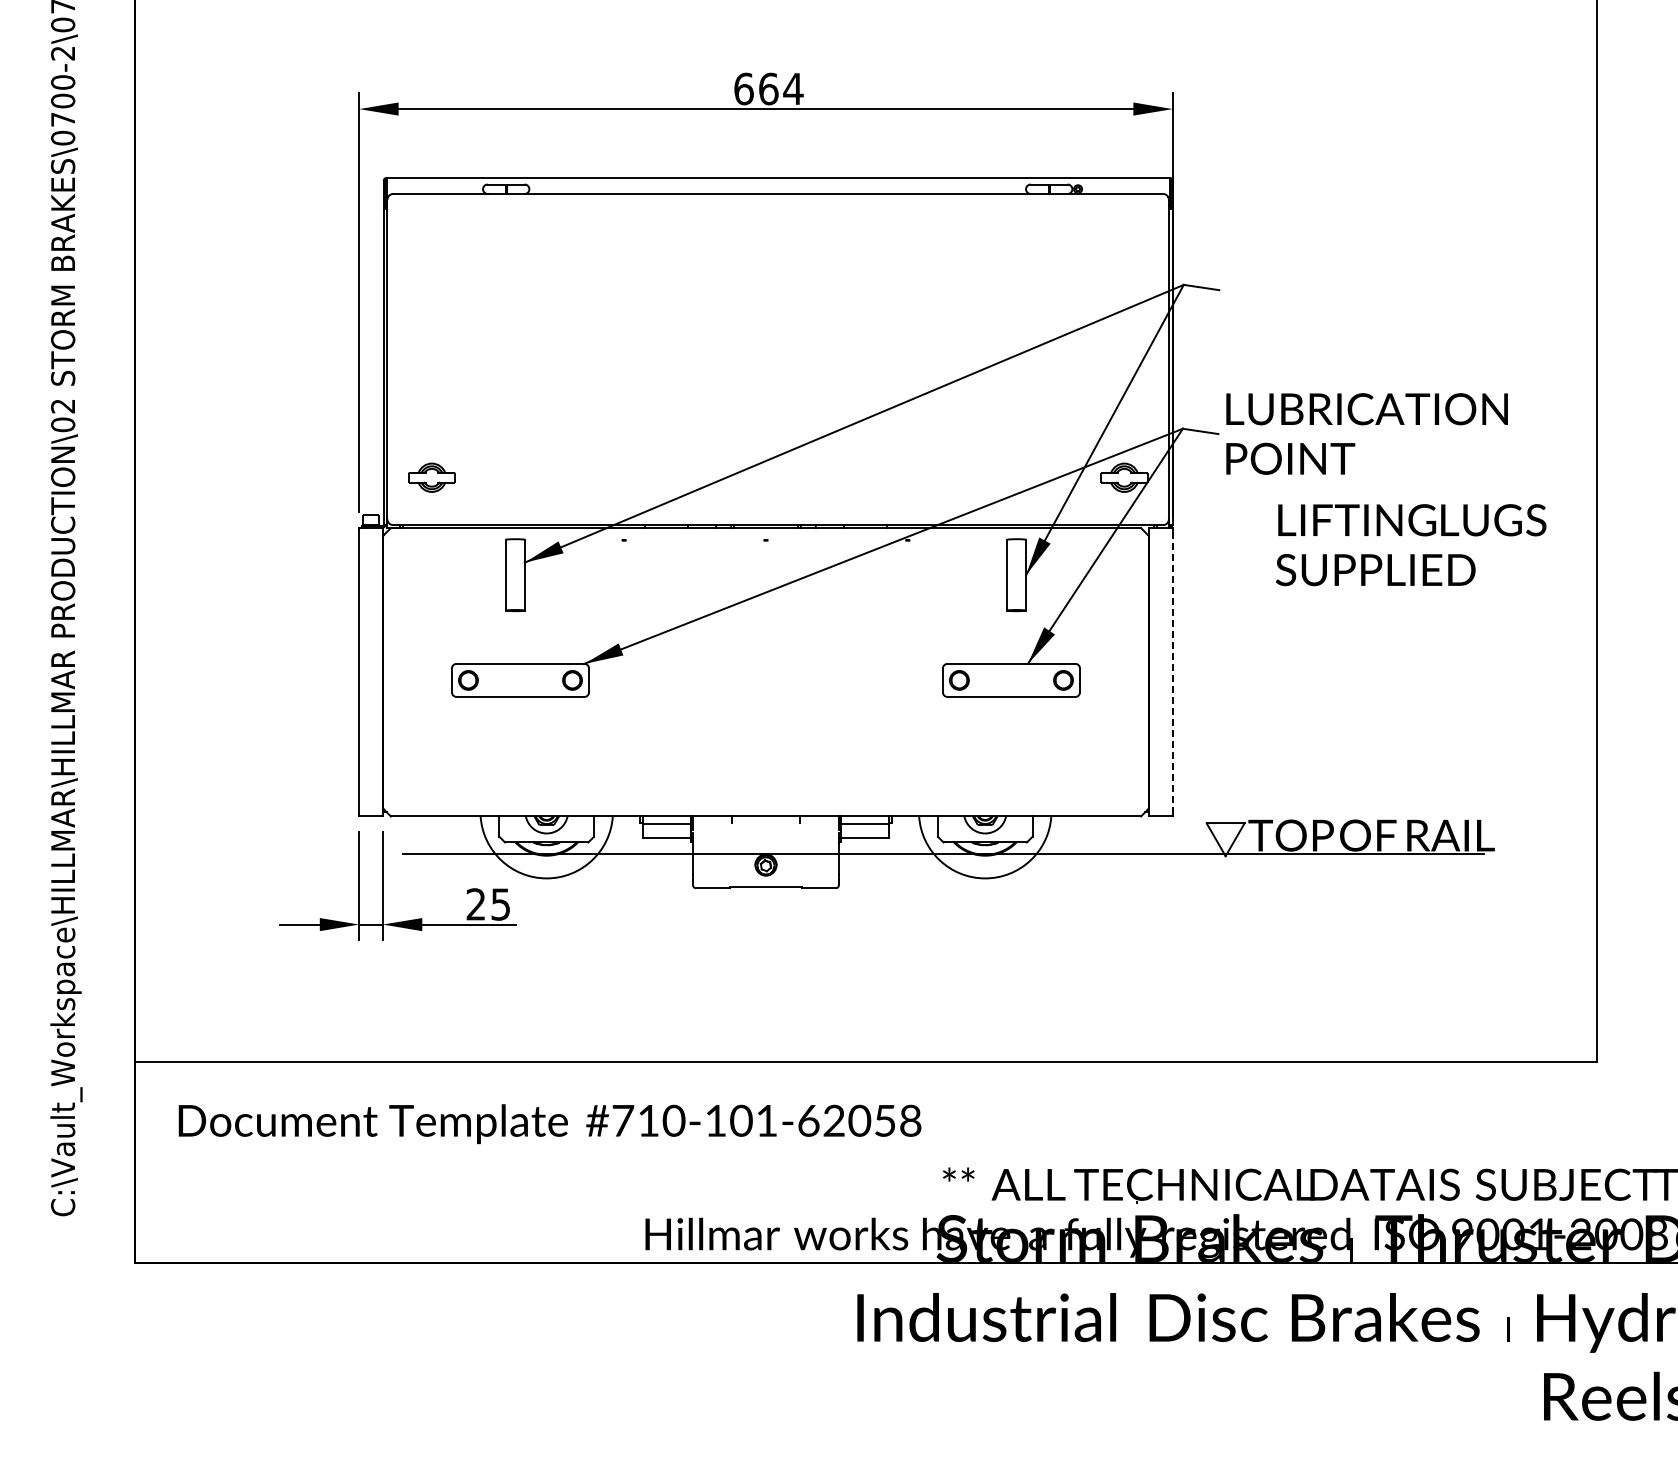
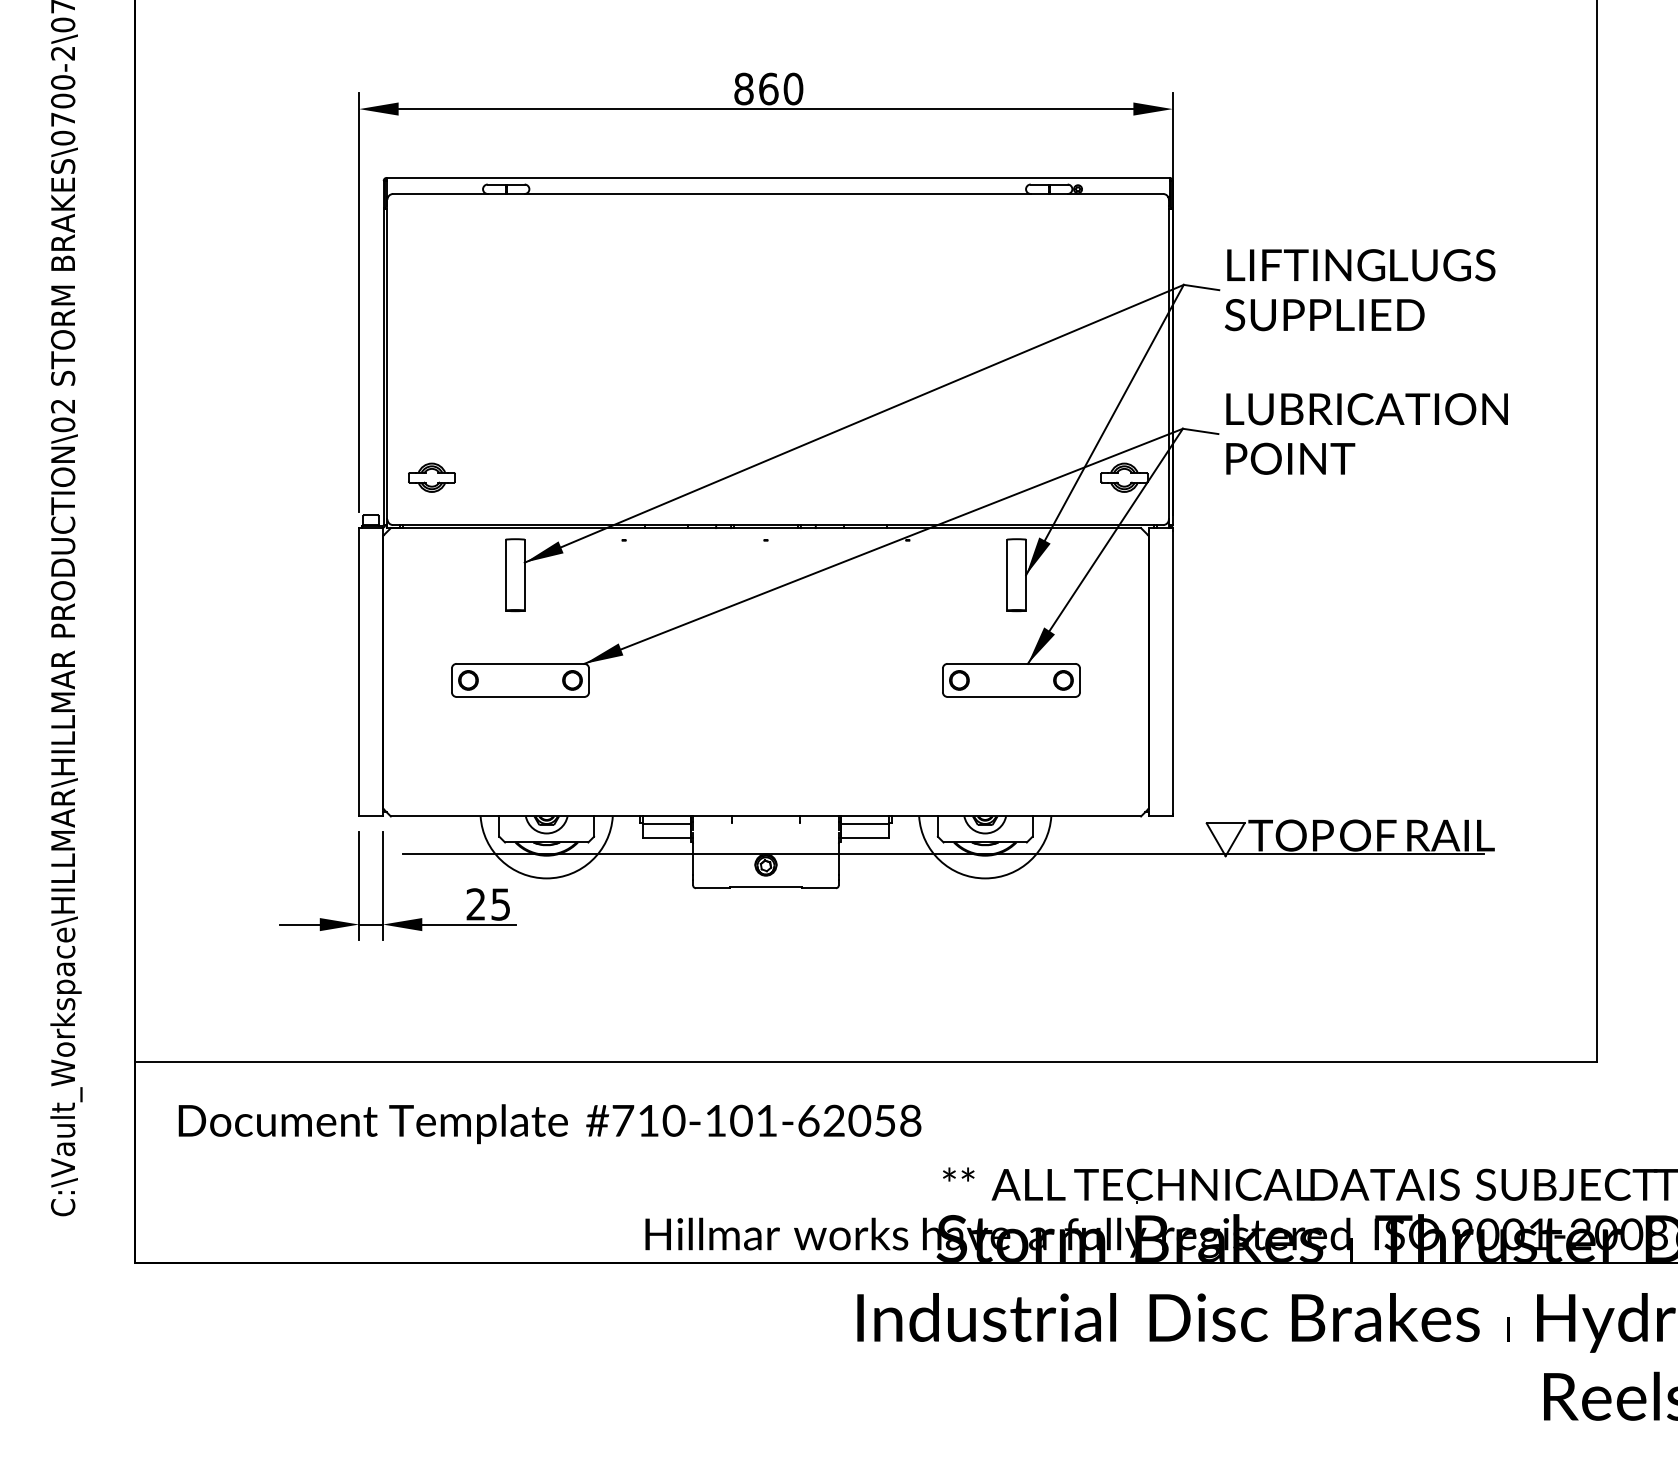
text at (768, 88): 664 -> 860
text at (1411, 545) position: (1411, 545) -> (1360, 290)
line at (1172, 671): dashed -> solid
